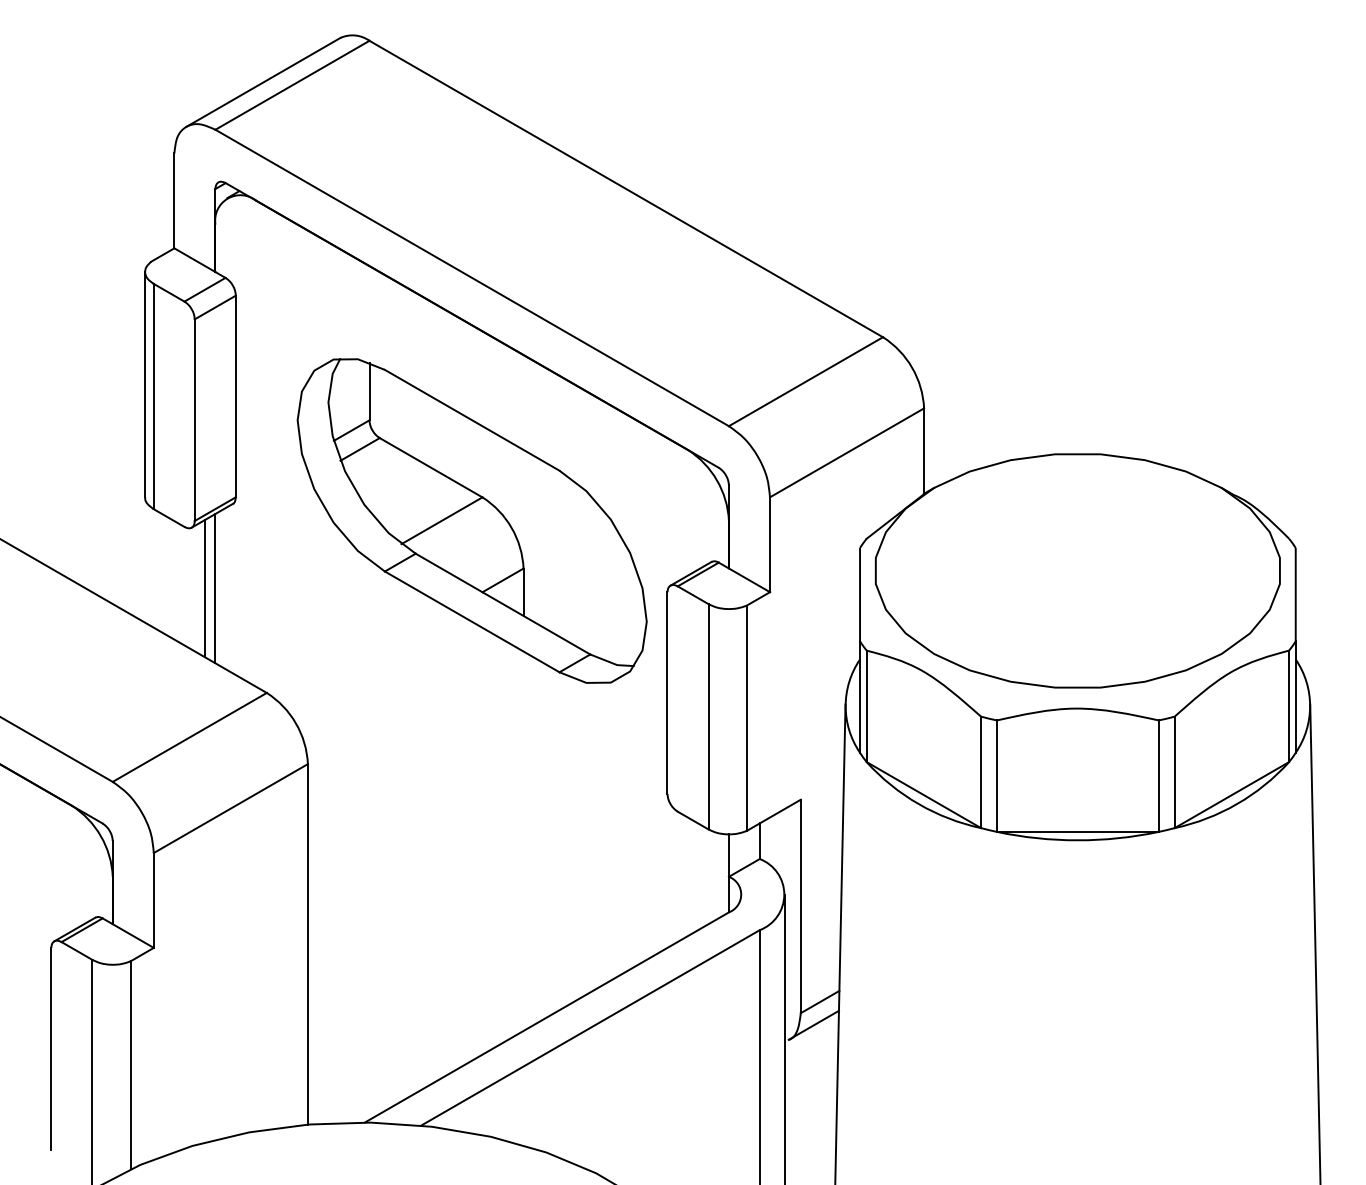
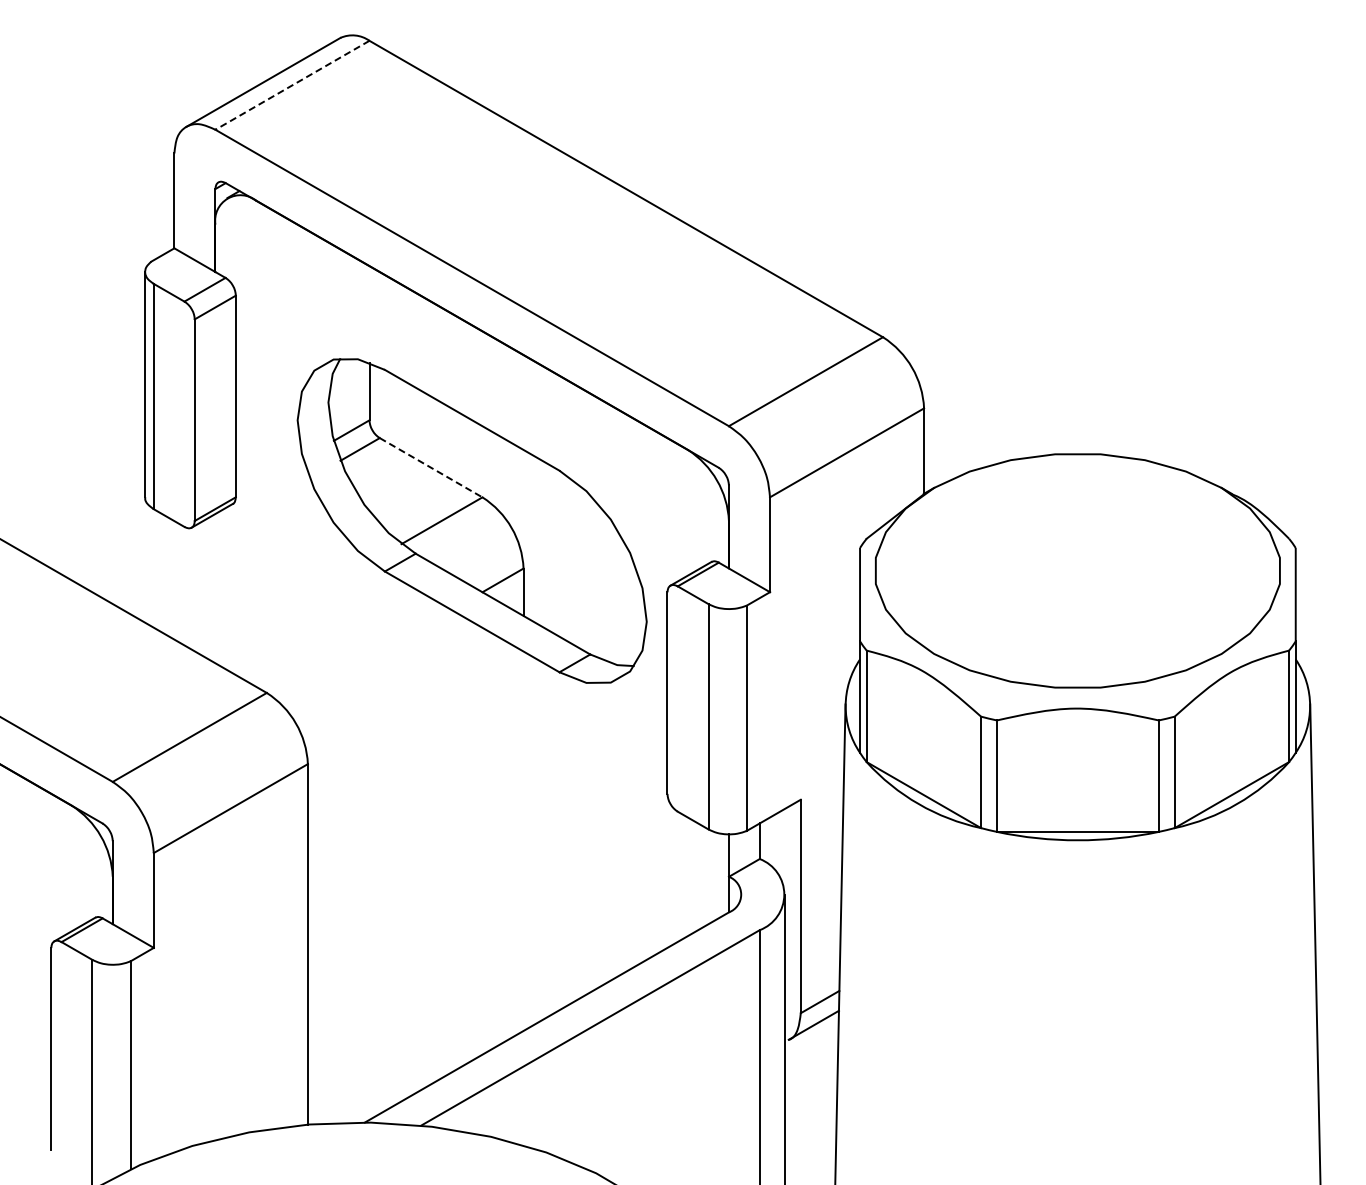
line at (292, 85): solid -> dashed
line at (431, 468): solid -> dashed
line at (205, 588): present -> none
line at (215, 588): present -> none
